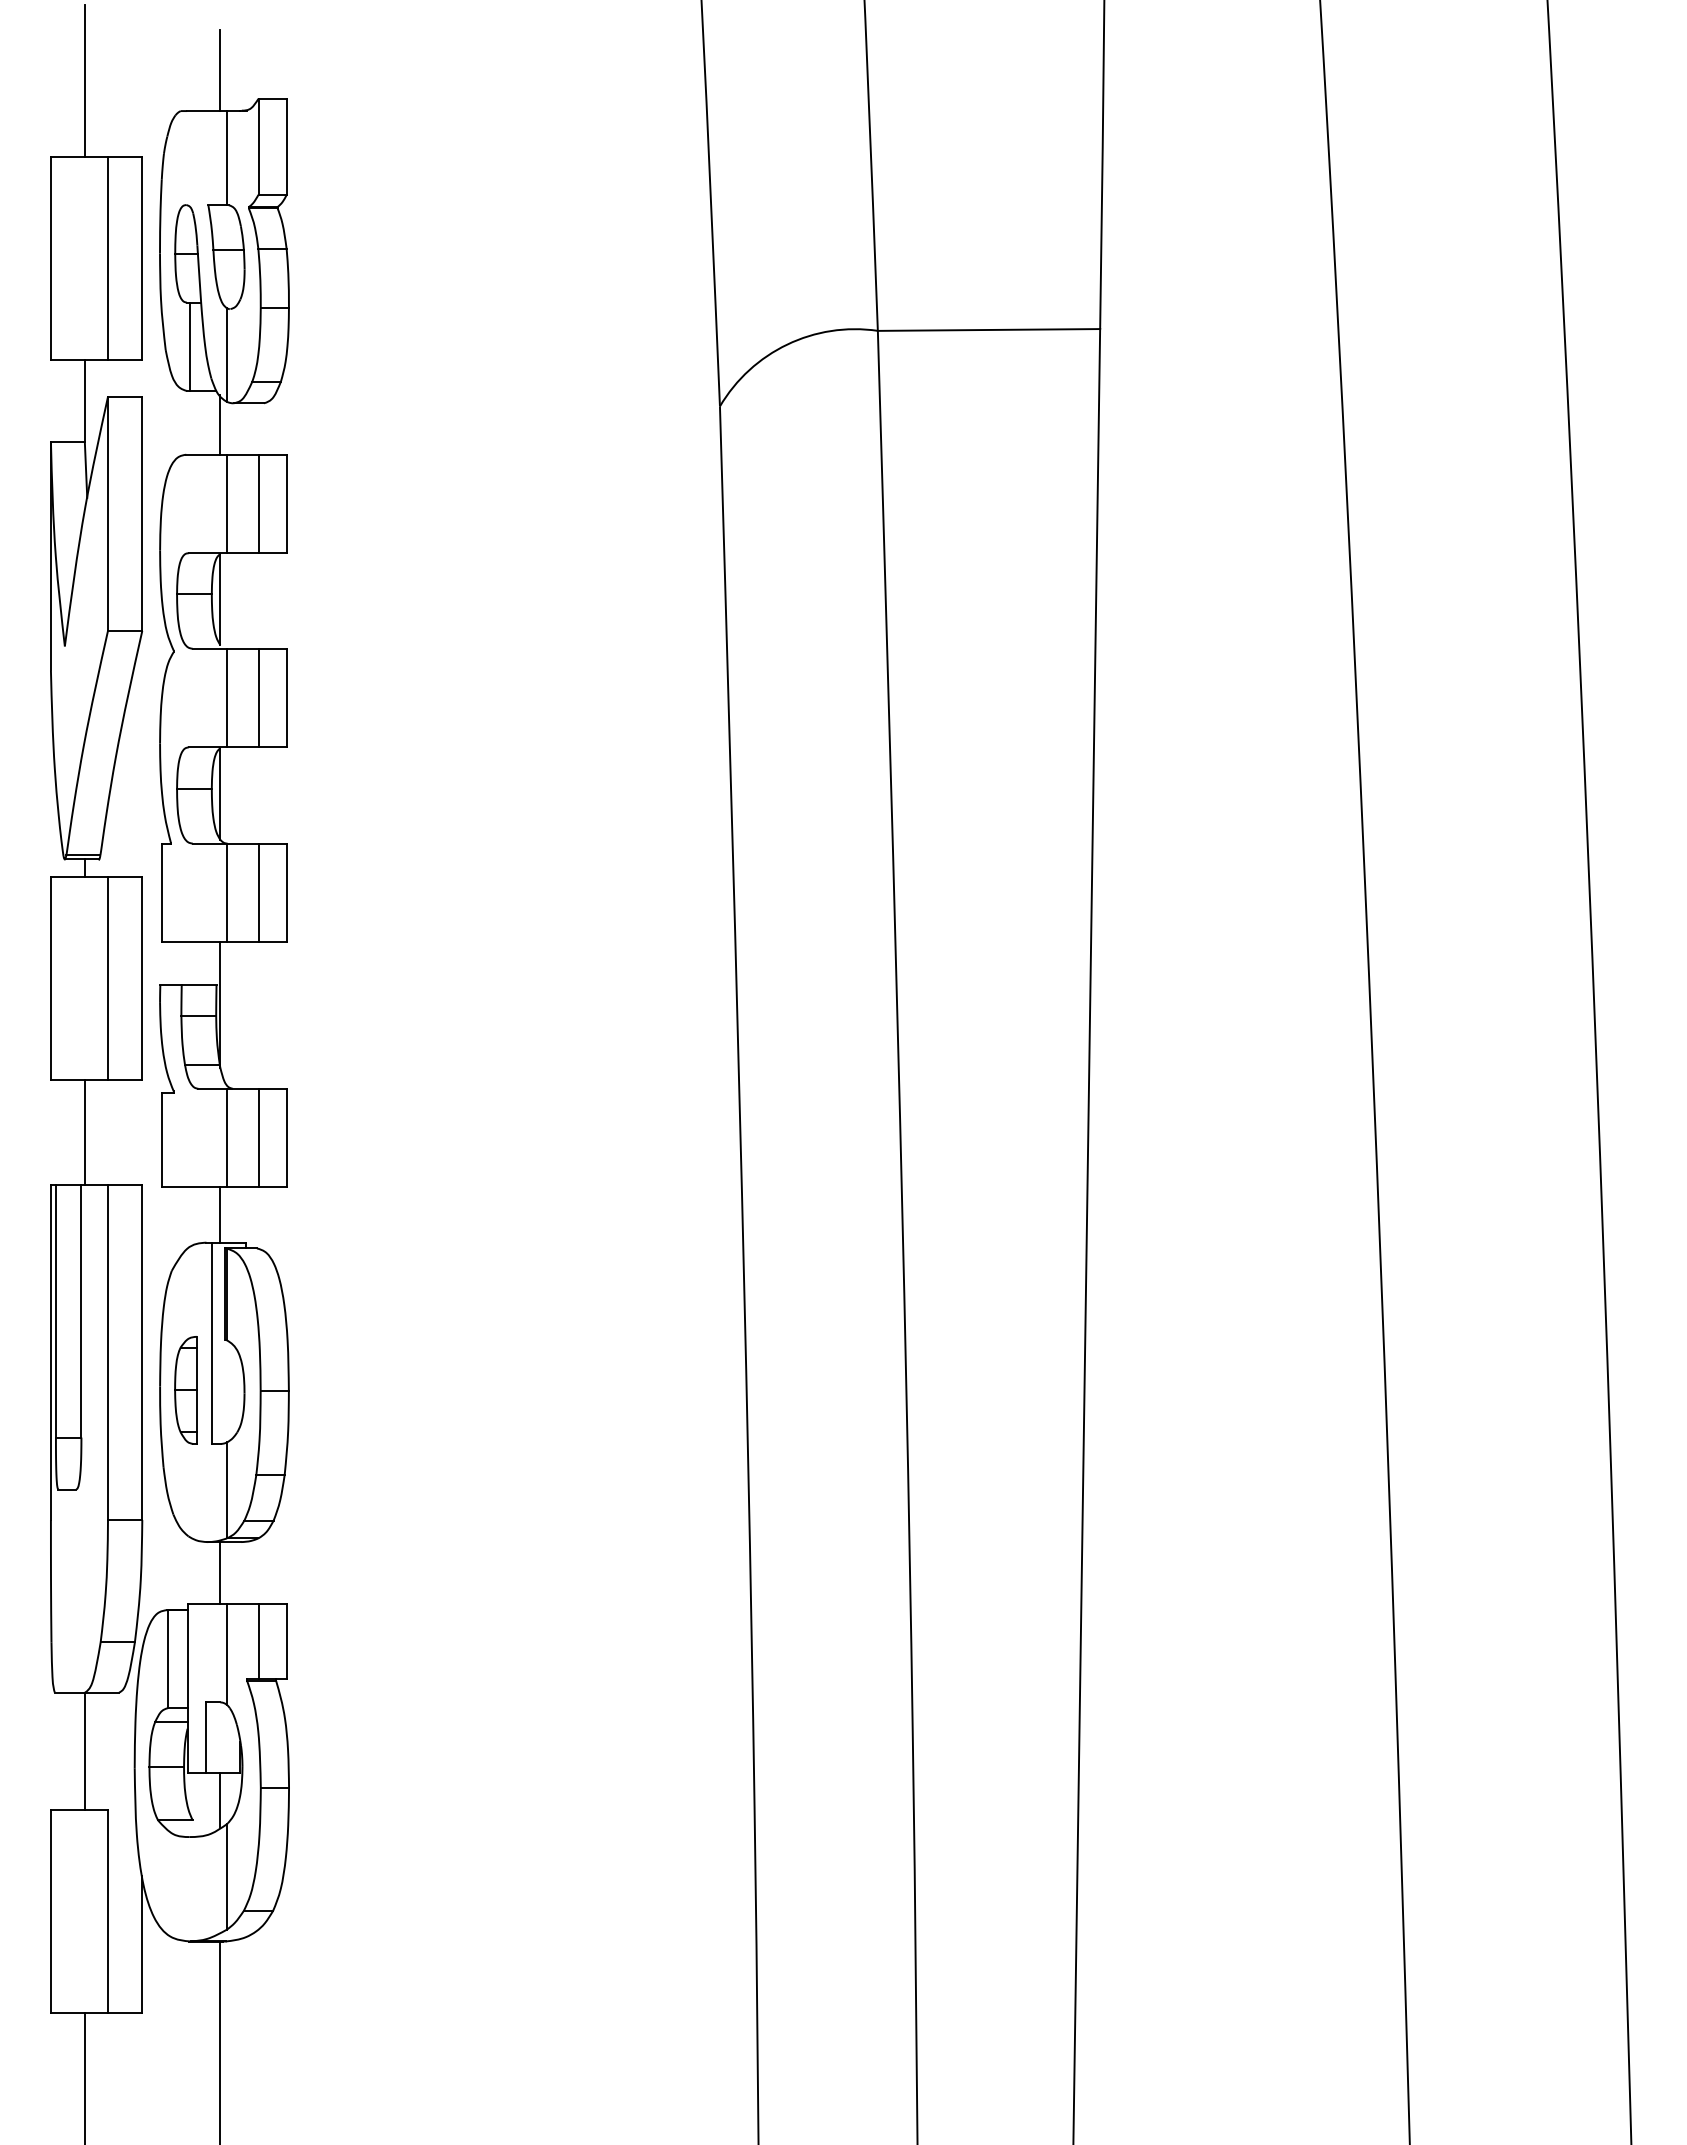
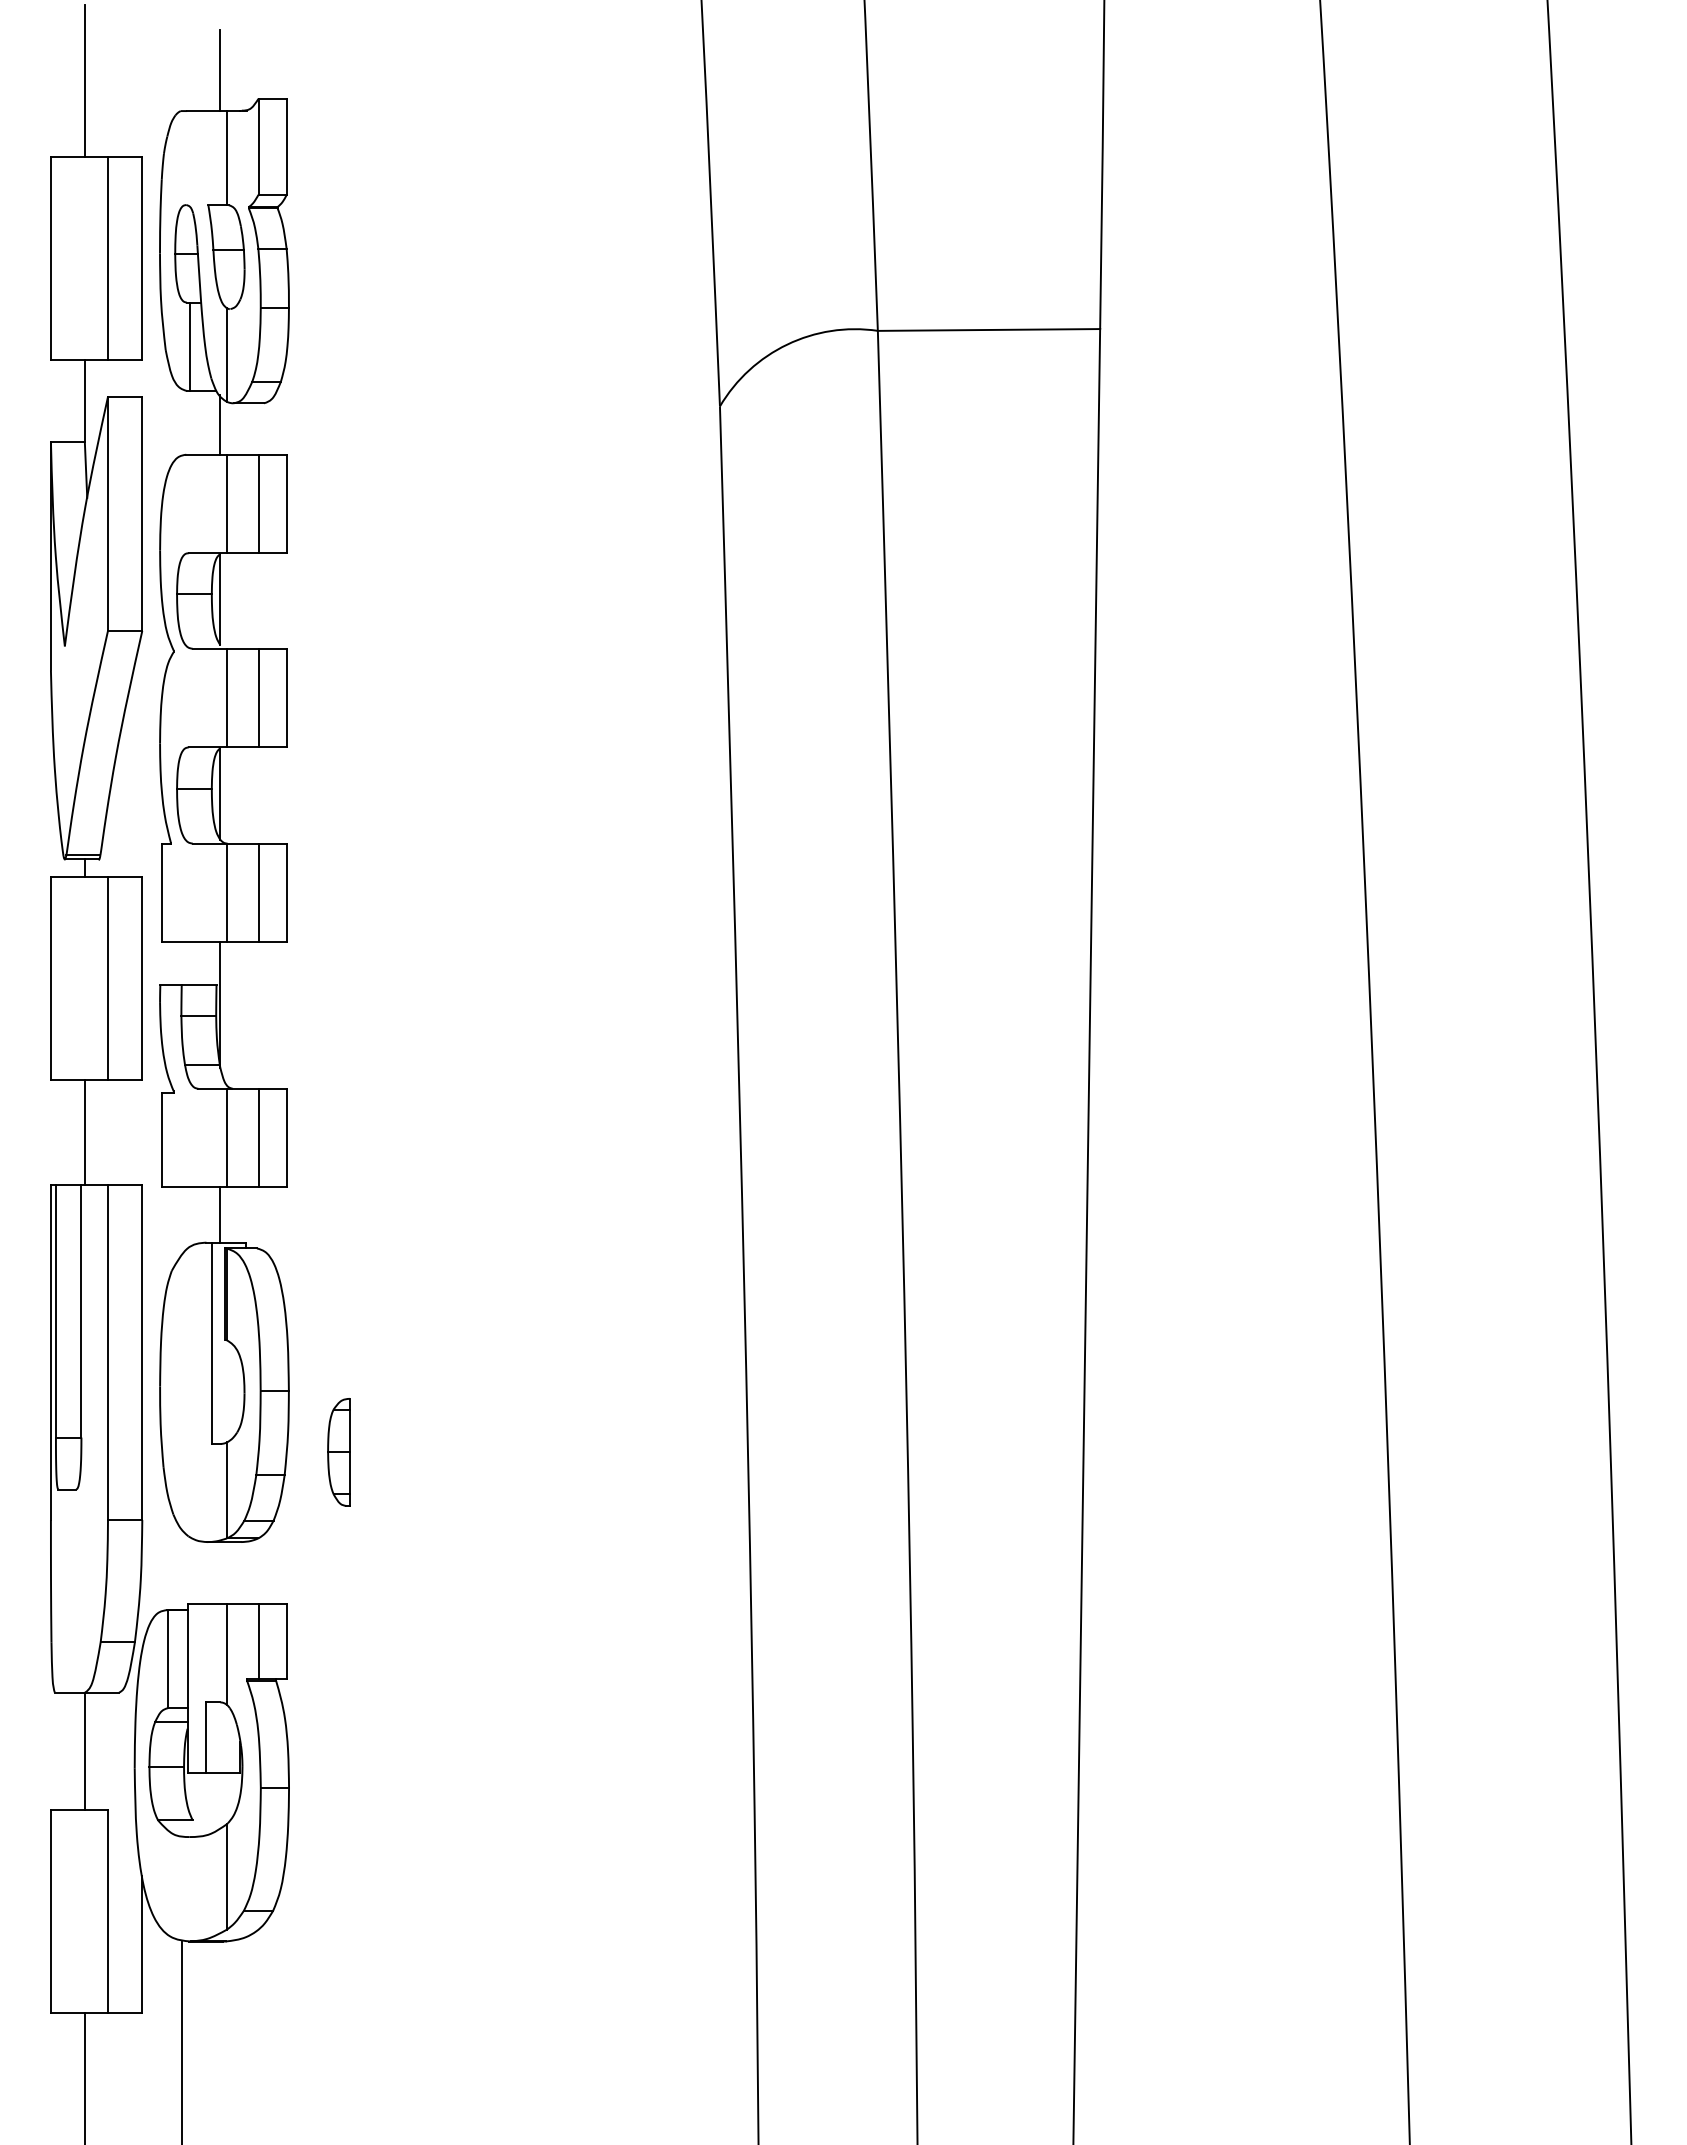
part at (185, 1390) position: (185, 1390) -> (338, 1452)
line at (220, 1573): present -> none
line at (220, 1800): present -> none
line at (220, 2041) position: (220, 2041) -> (182, 2041)
